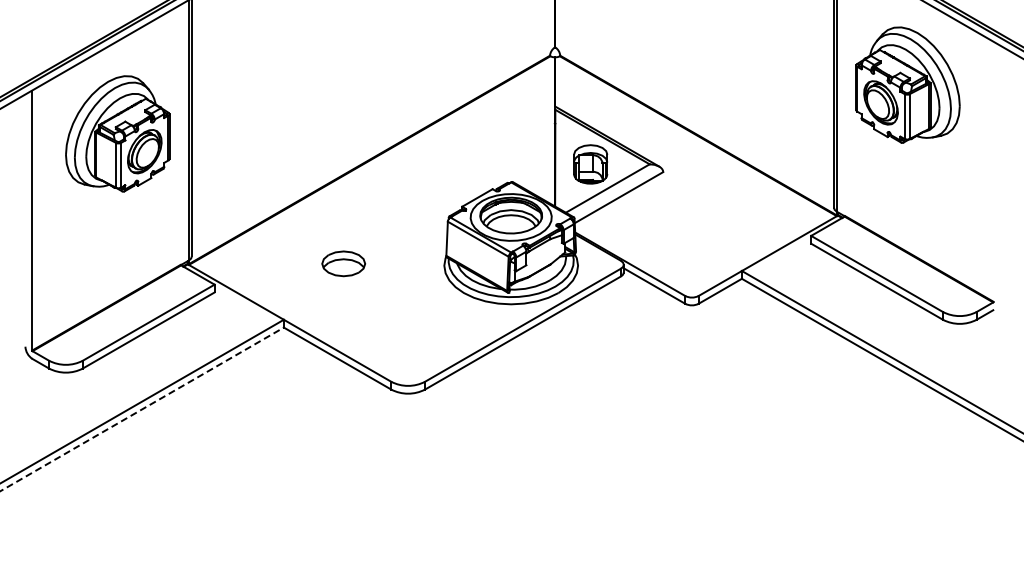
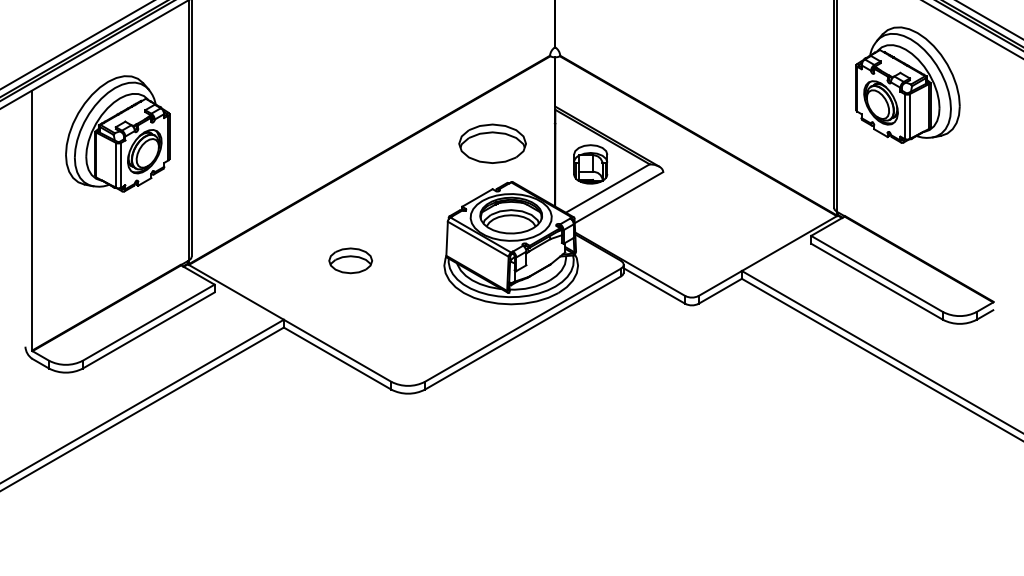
line at (989, 19): none -> present
line at (76, 45): none -> present
part at (492, 143): none -> present
part at (343, 263) position: (343, 263) -> (350, 260)
line at (142, 409): dashed -> solid
